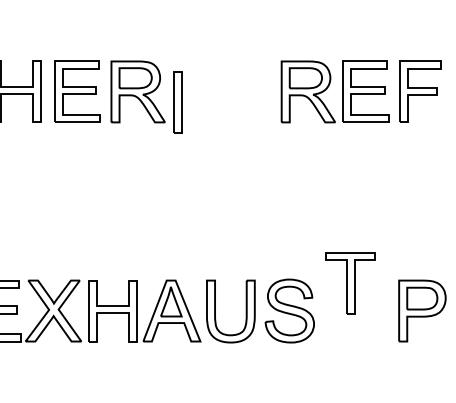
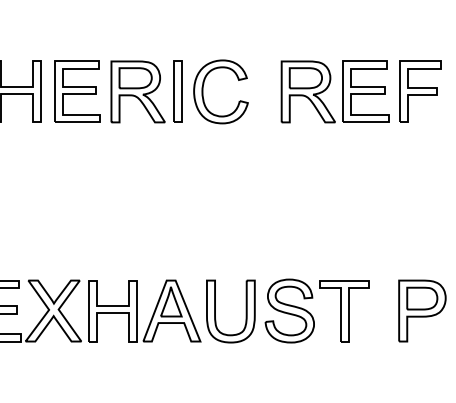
part at (203, 91): none -> present
part at (177, 102) position: (177, 102) -> (177, 91)
part at (350, 283) position: (350, 283) -> (344, 311)
